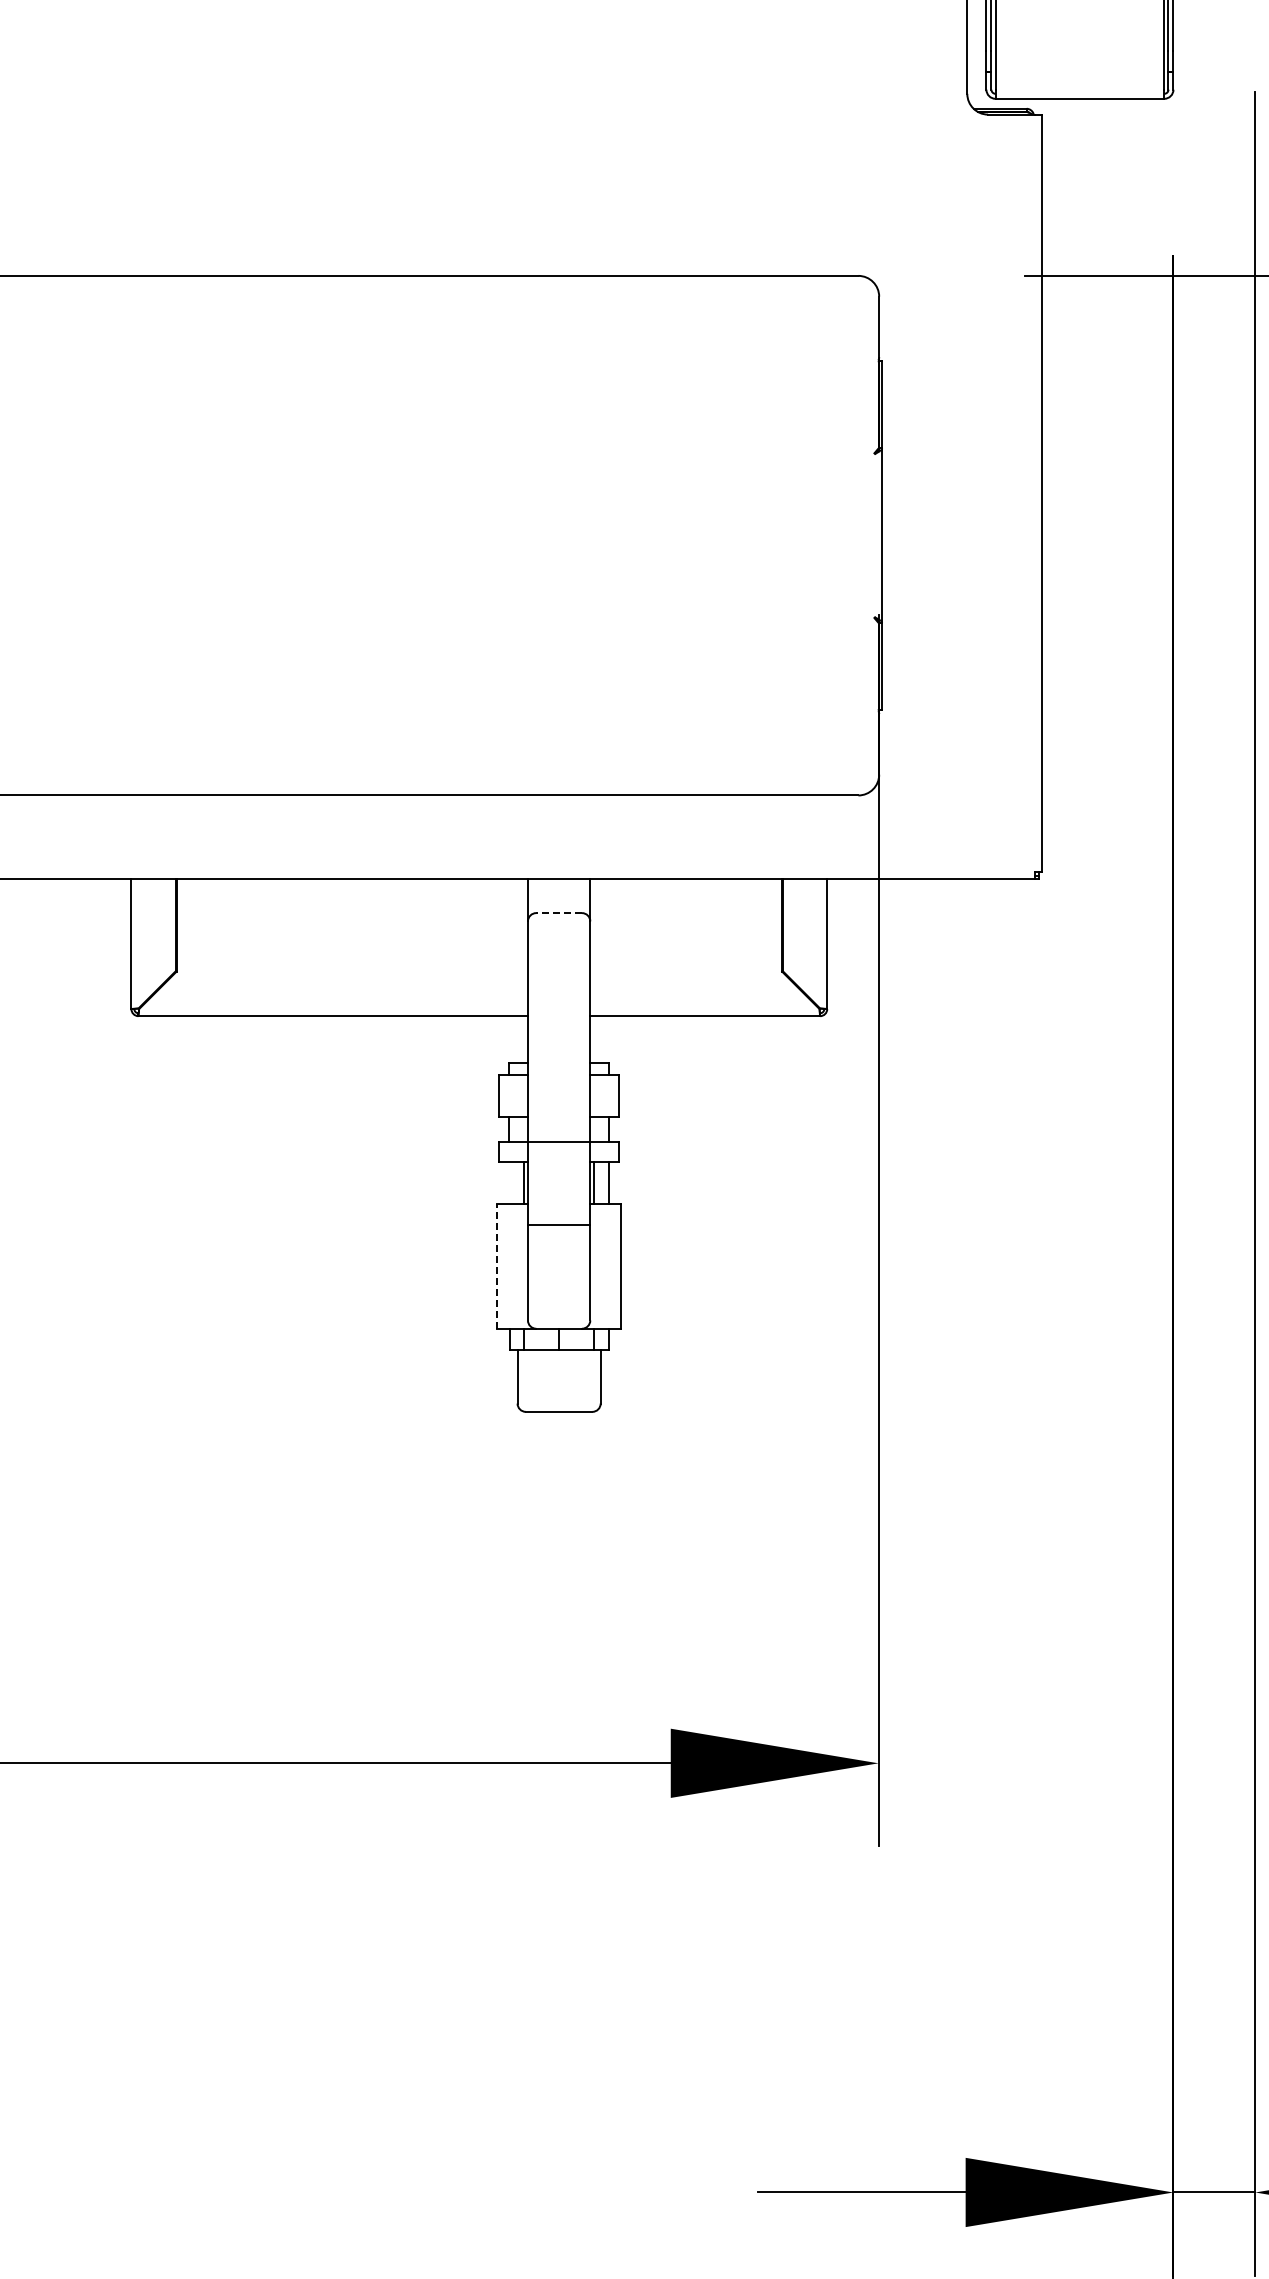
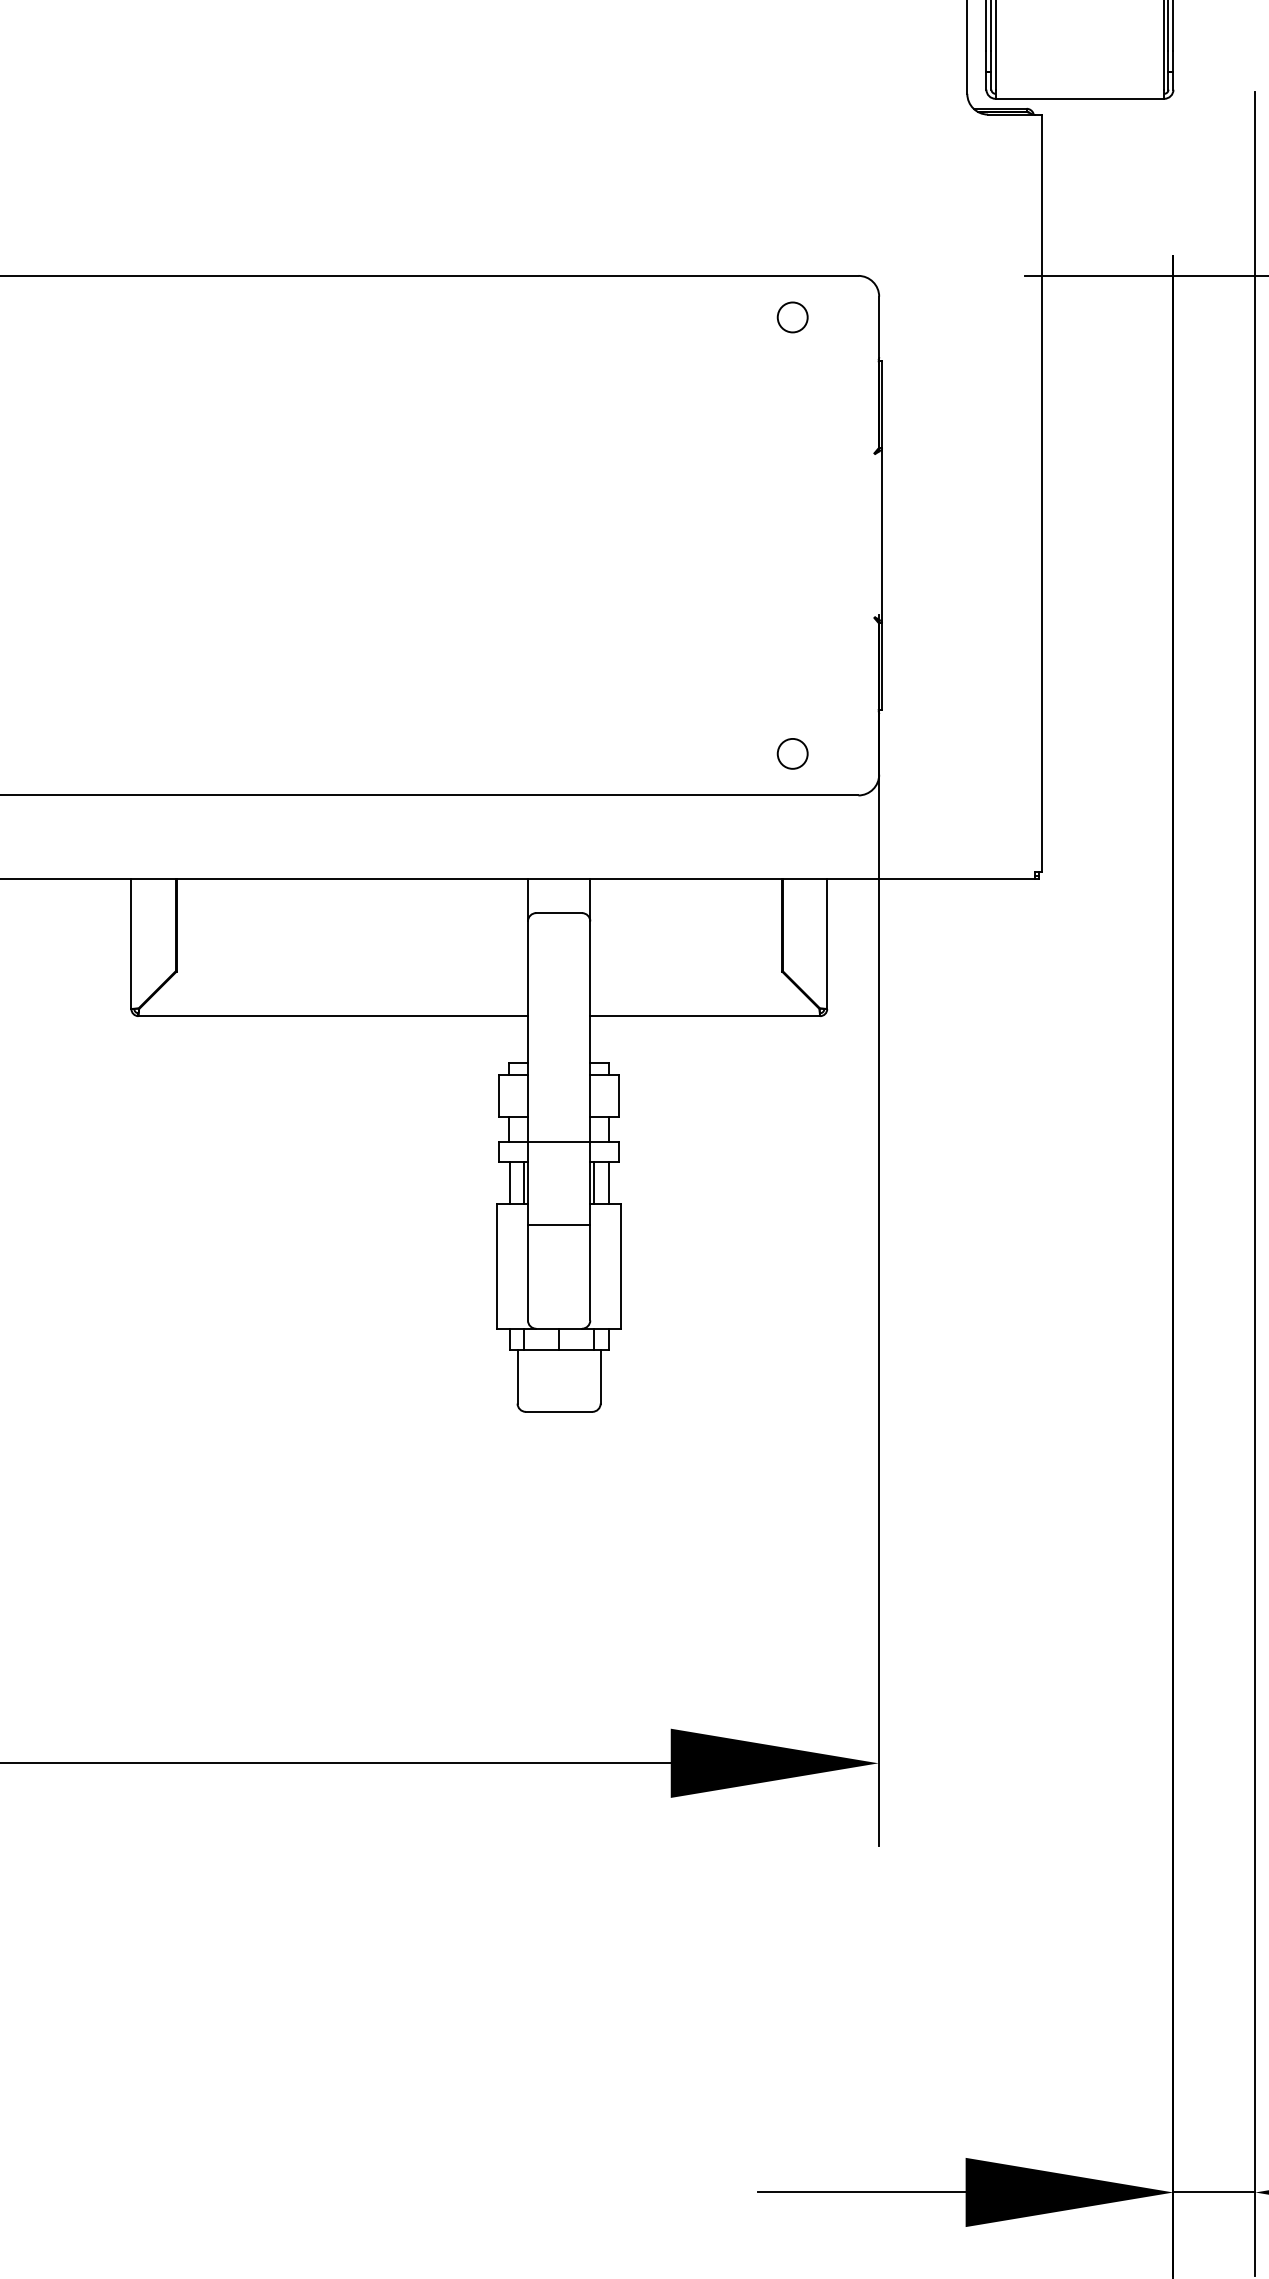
circle at (792, 317): none -> present
circle at (792, 753): none -> present
line at (559, 913): dashed -> solid
line at (509, 1183): none -> present
line at (496, 1265): dashed -> solid
